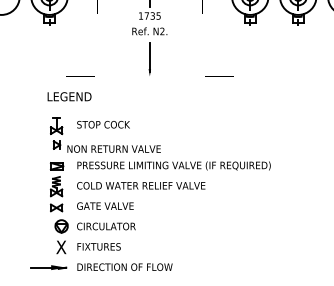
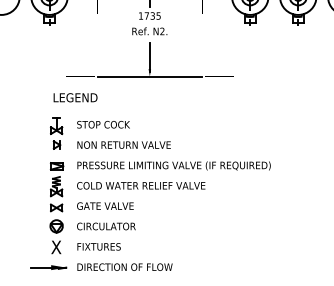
line at (149, 76): none -> present
text at (69, 96) position: (69, 96) -> (75, 97)
text at (113, 148) position: (113, 148) -> (123, 144)
part at (61, 236) position: (61, 236) -> (56, 236)
